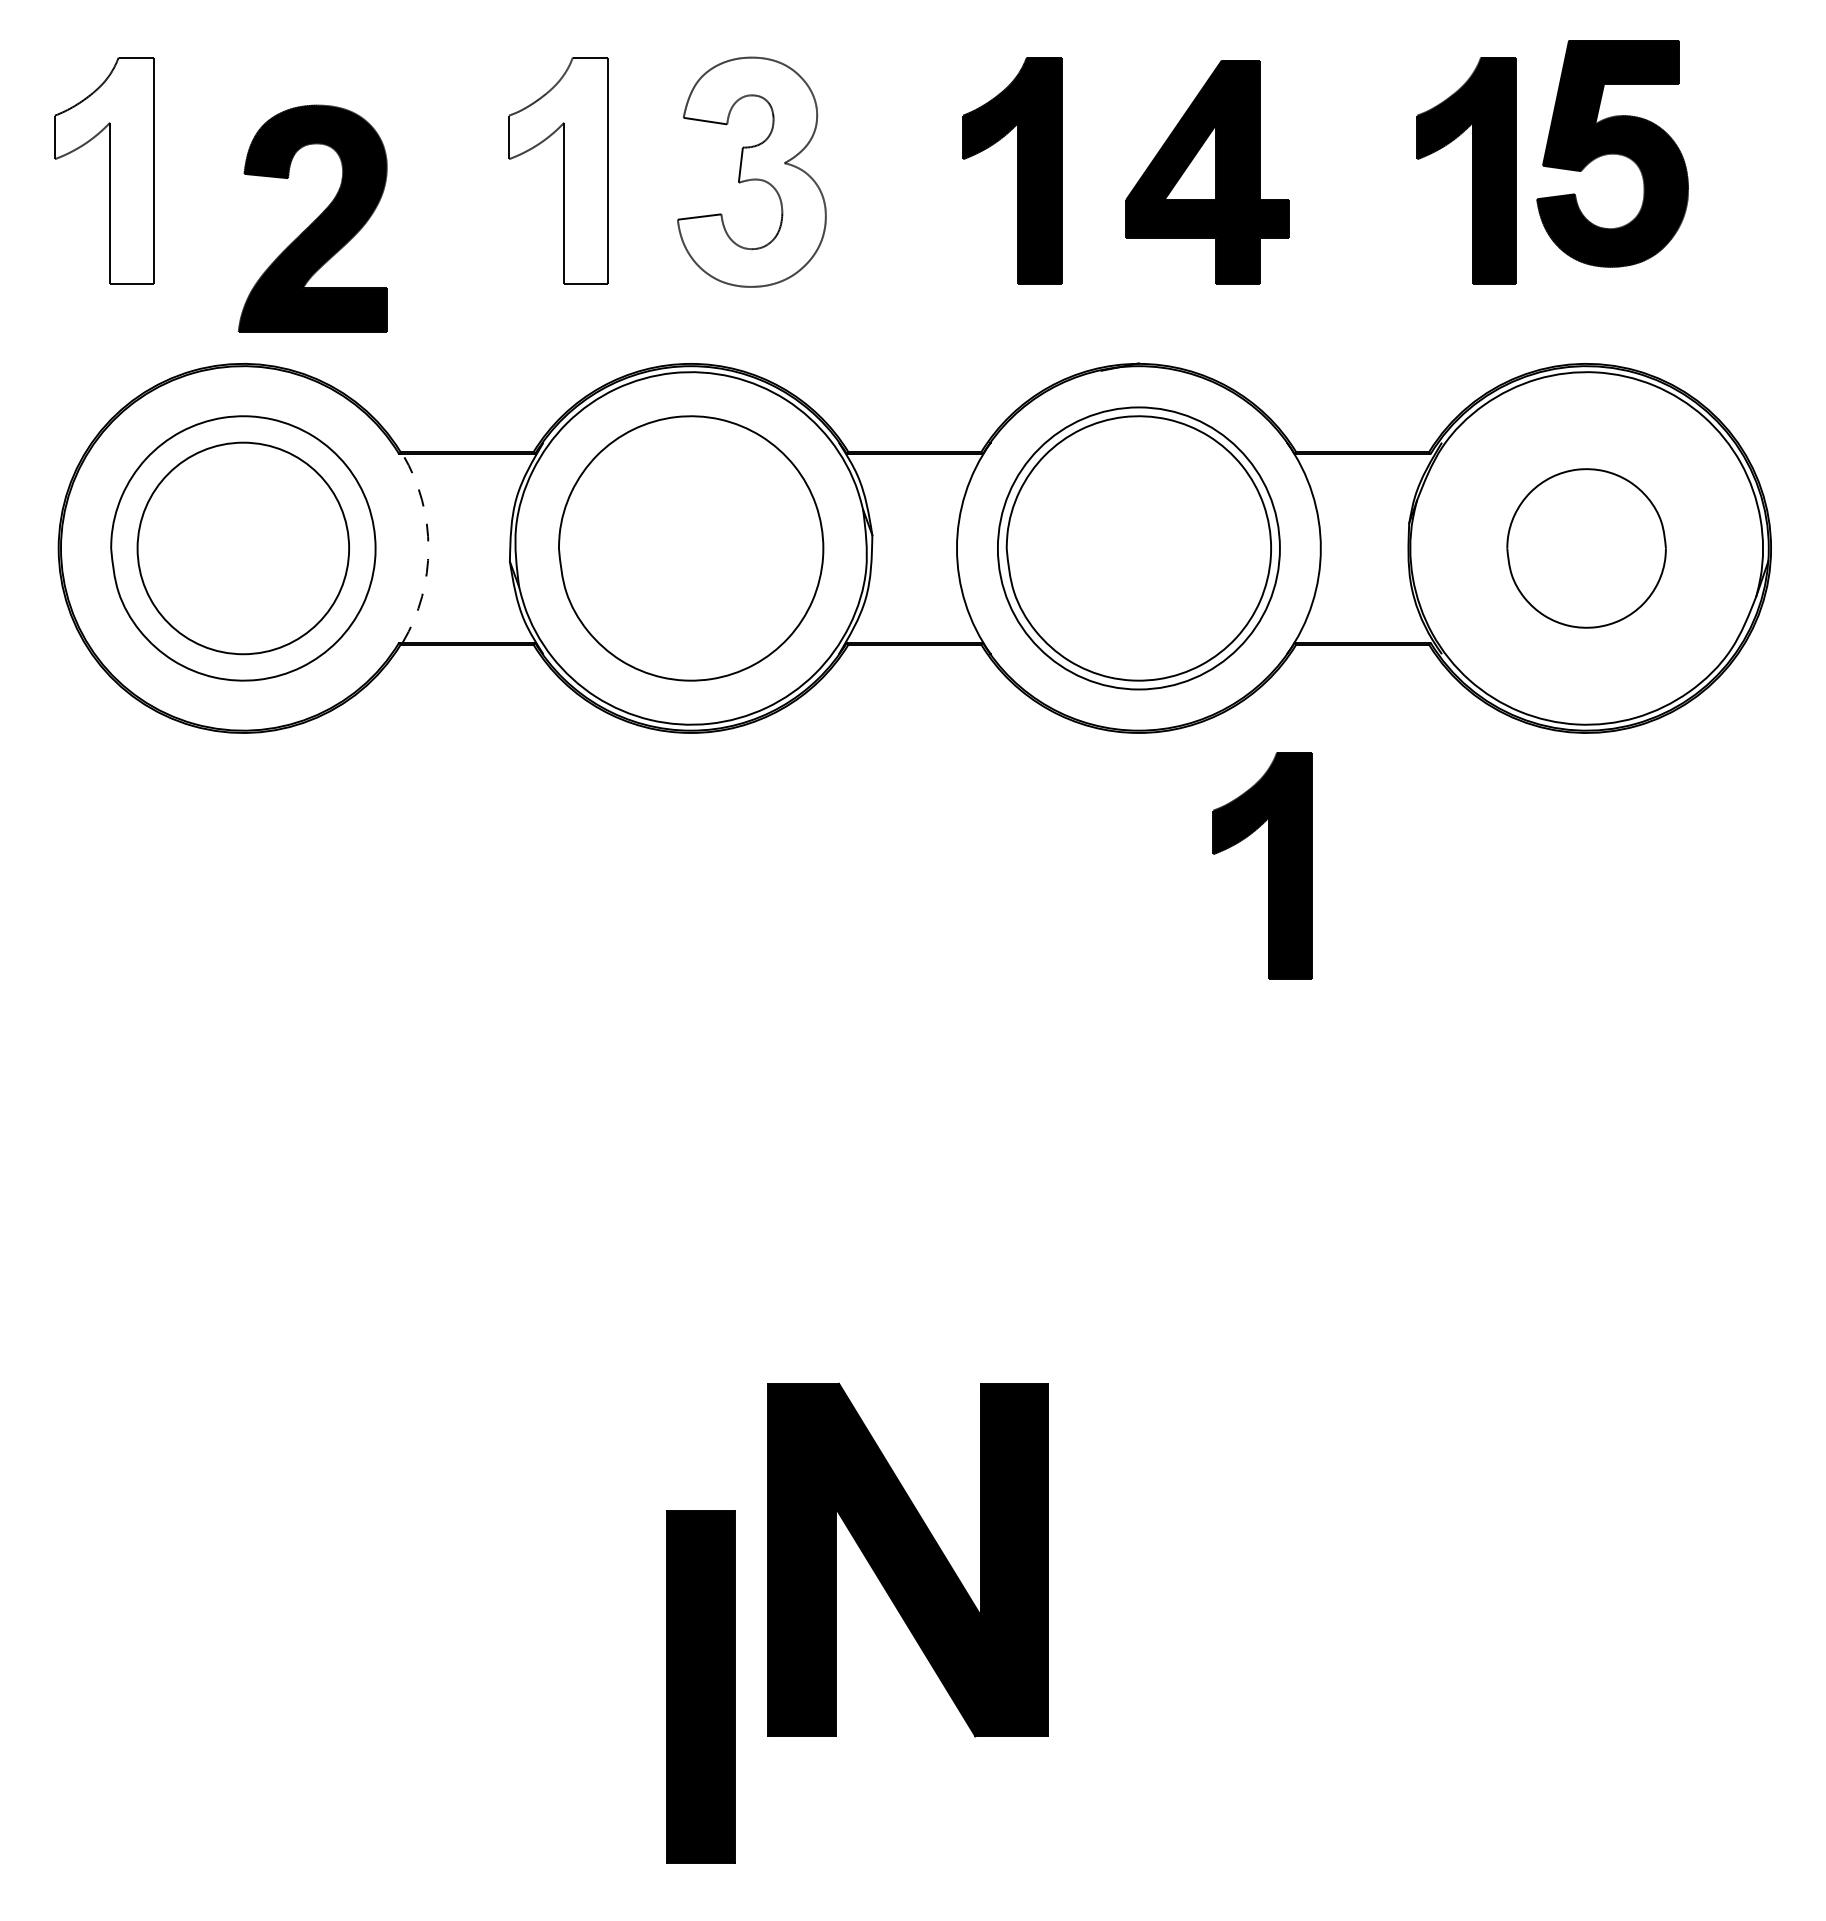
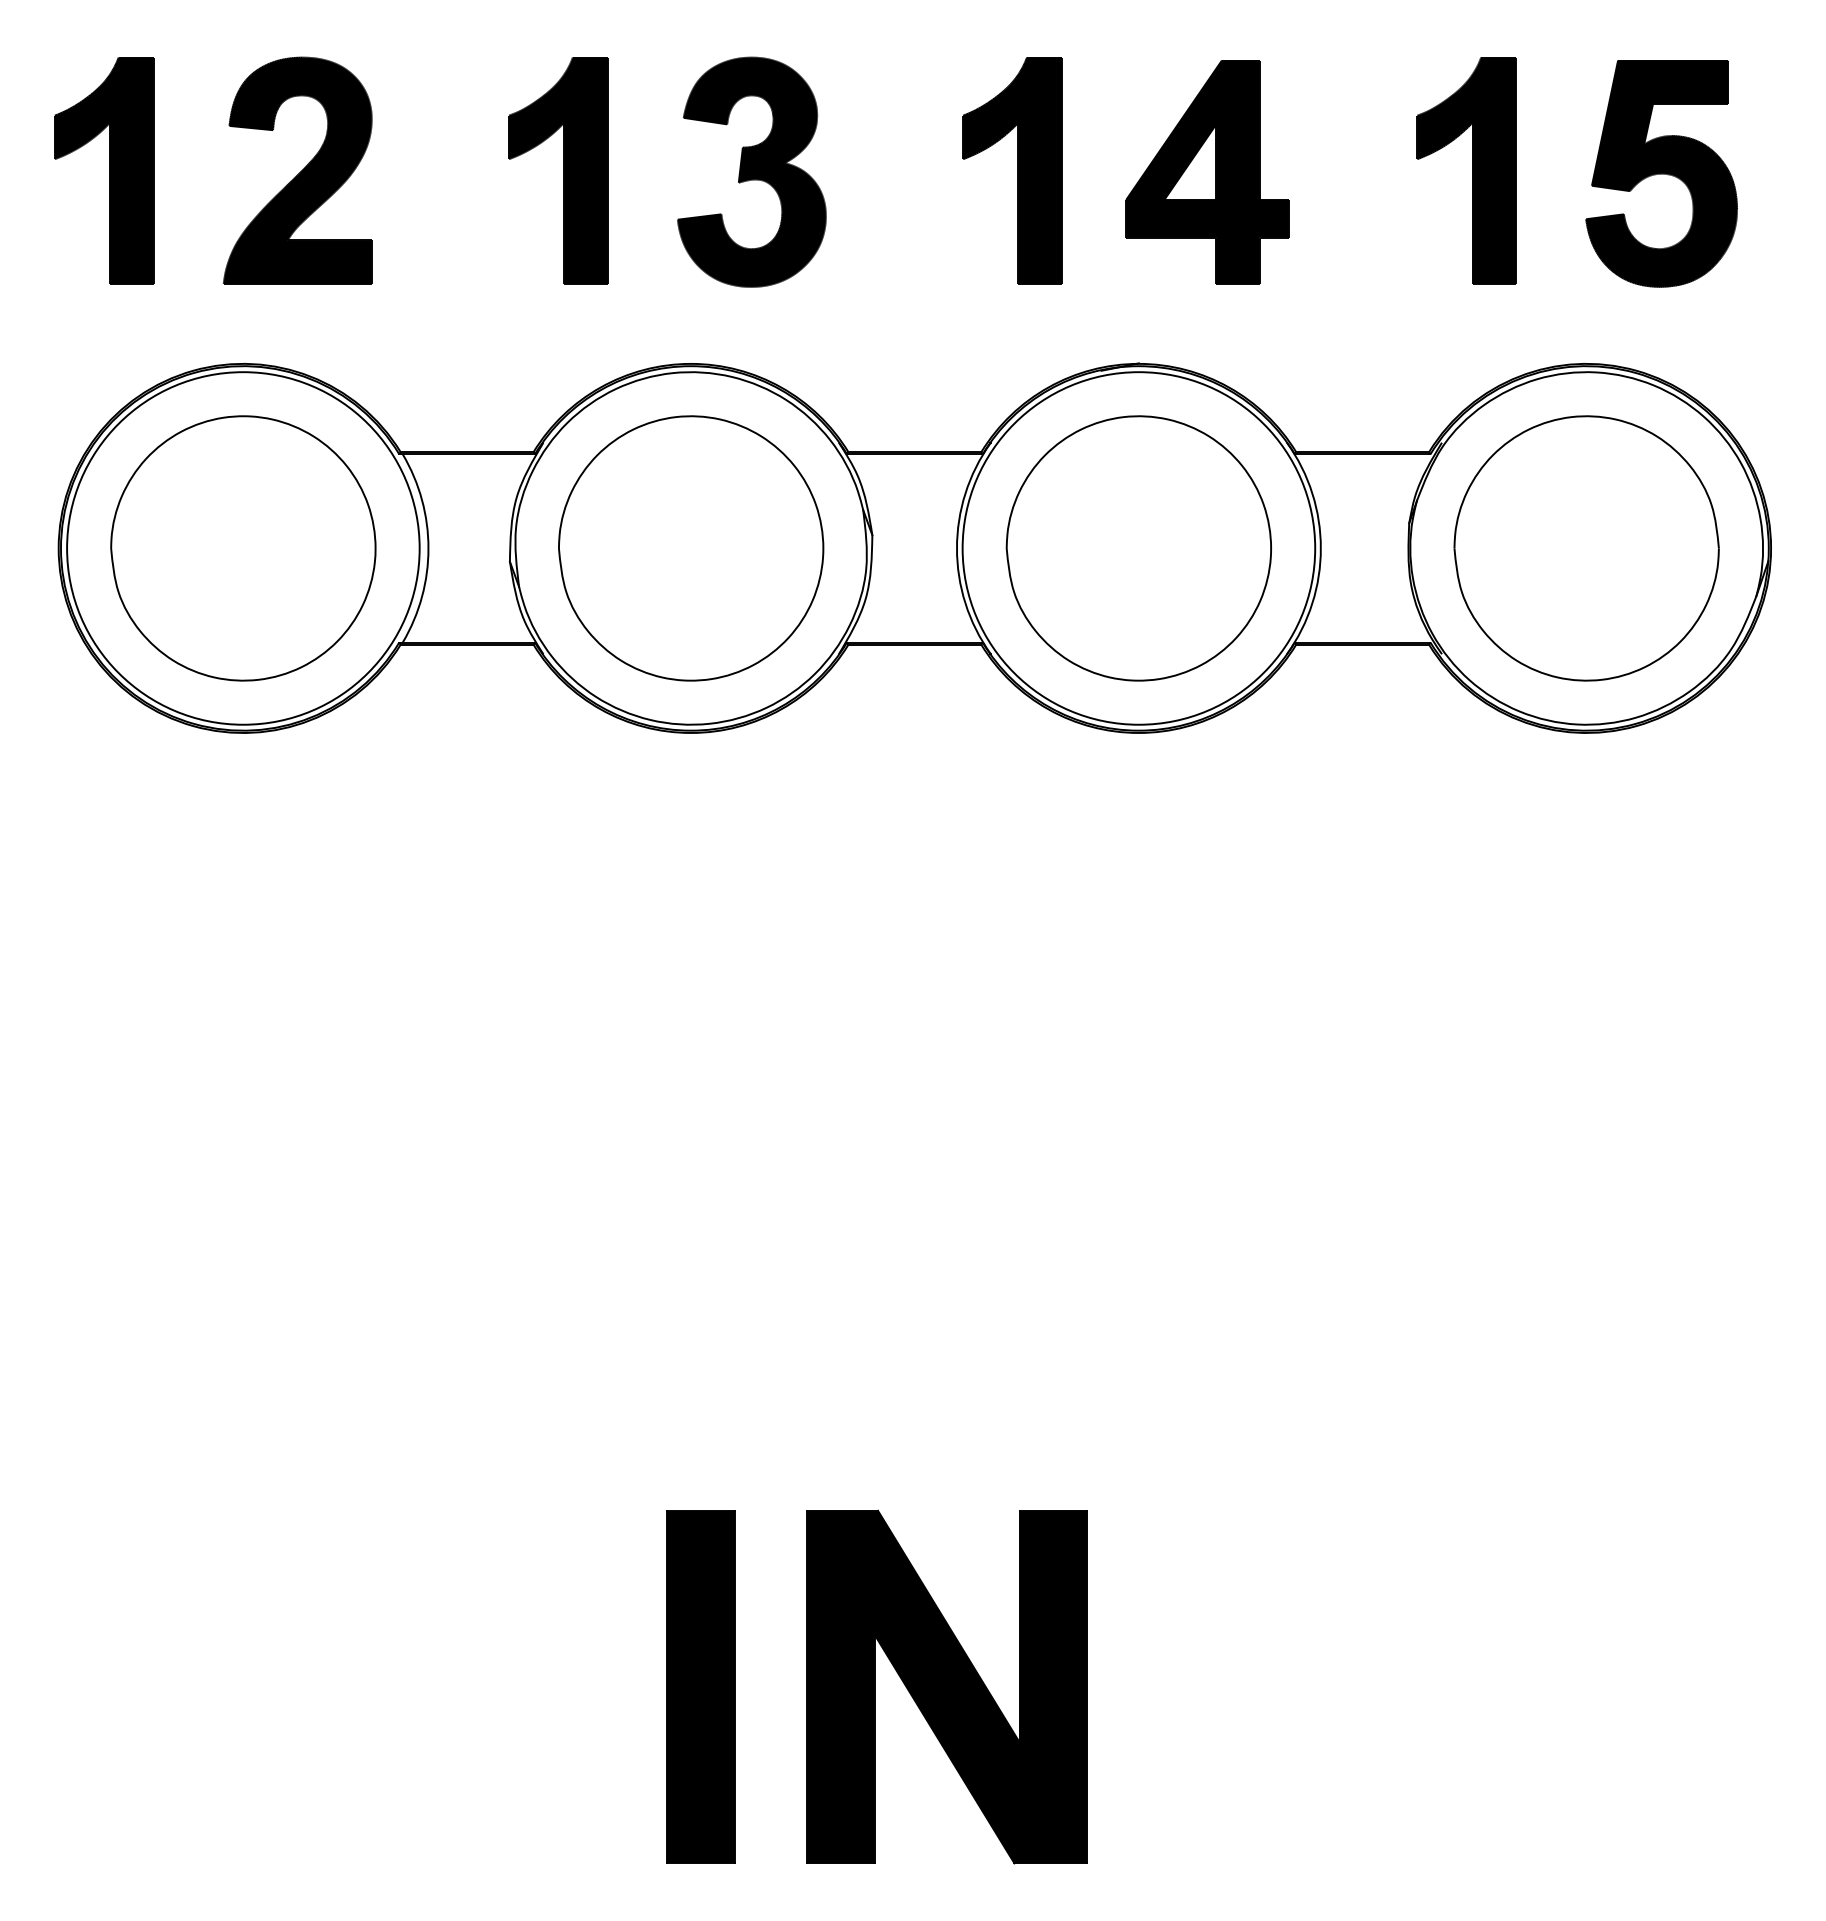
part at (1612, 153) position: (1612, 153) -> (1661, 173)
fill at (103, 170): none -> present
fill at (558, 170): none -> present
fill at (751, 171): none -> present
part at (312, 218) position: (312, 218) -> (297, 170)
circle at (243, 548) diameter: 212 px -> 353 px
arc at (428, 548): dashed -> solid
circle at (1138, 548) diameter: 282 px -> 353 px
part at (1586, 548) size: 161x161 px -> 267x267 px
part at (1262, 865): present -> none
part at (907, 1559) position: (907, 1559) -> (946, 1686)
